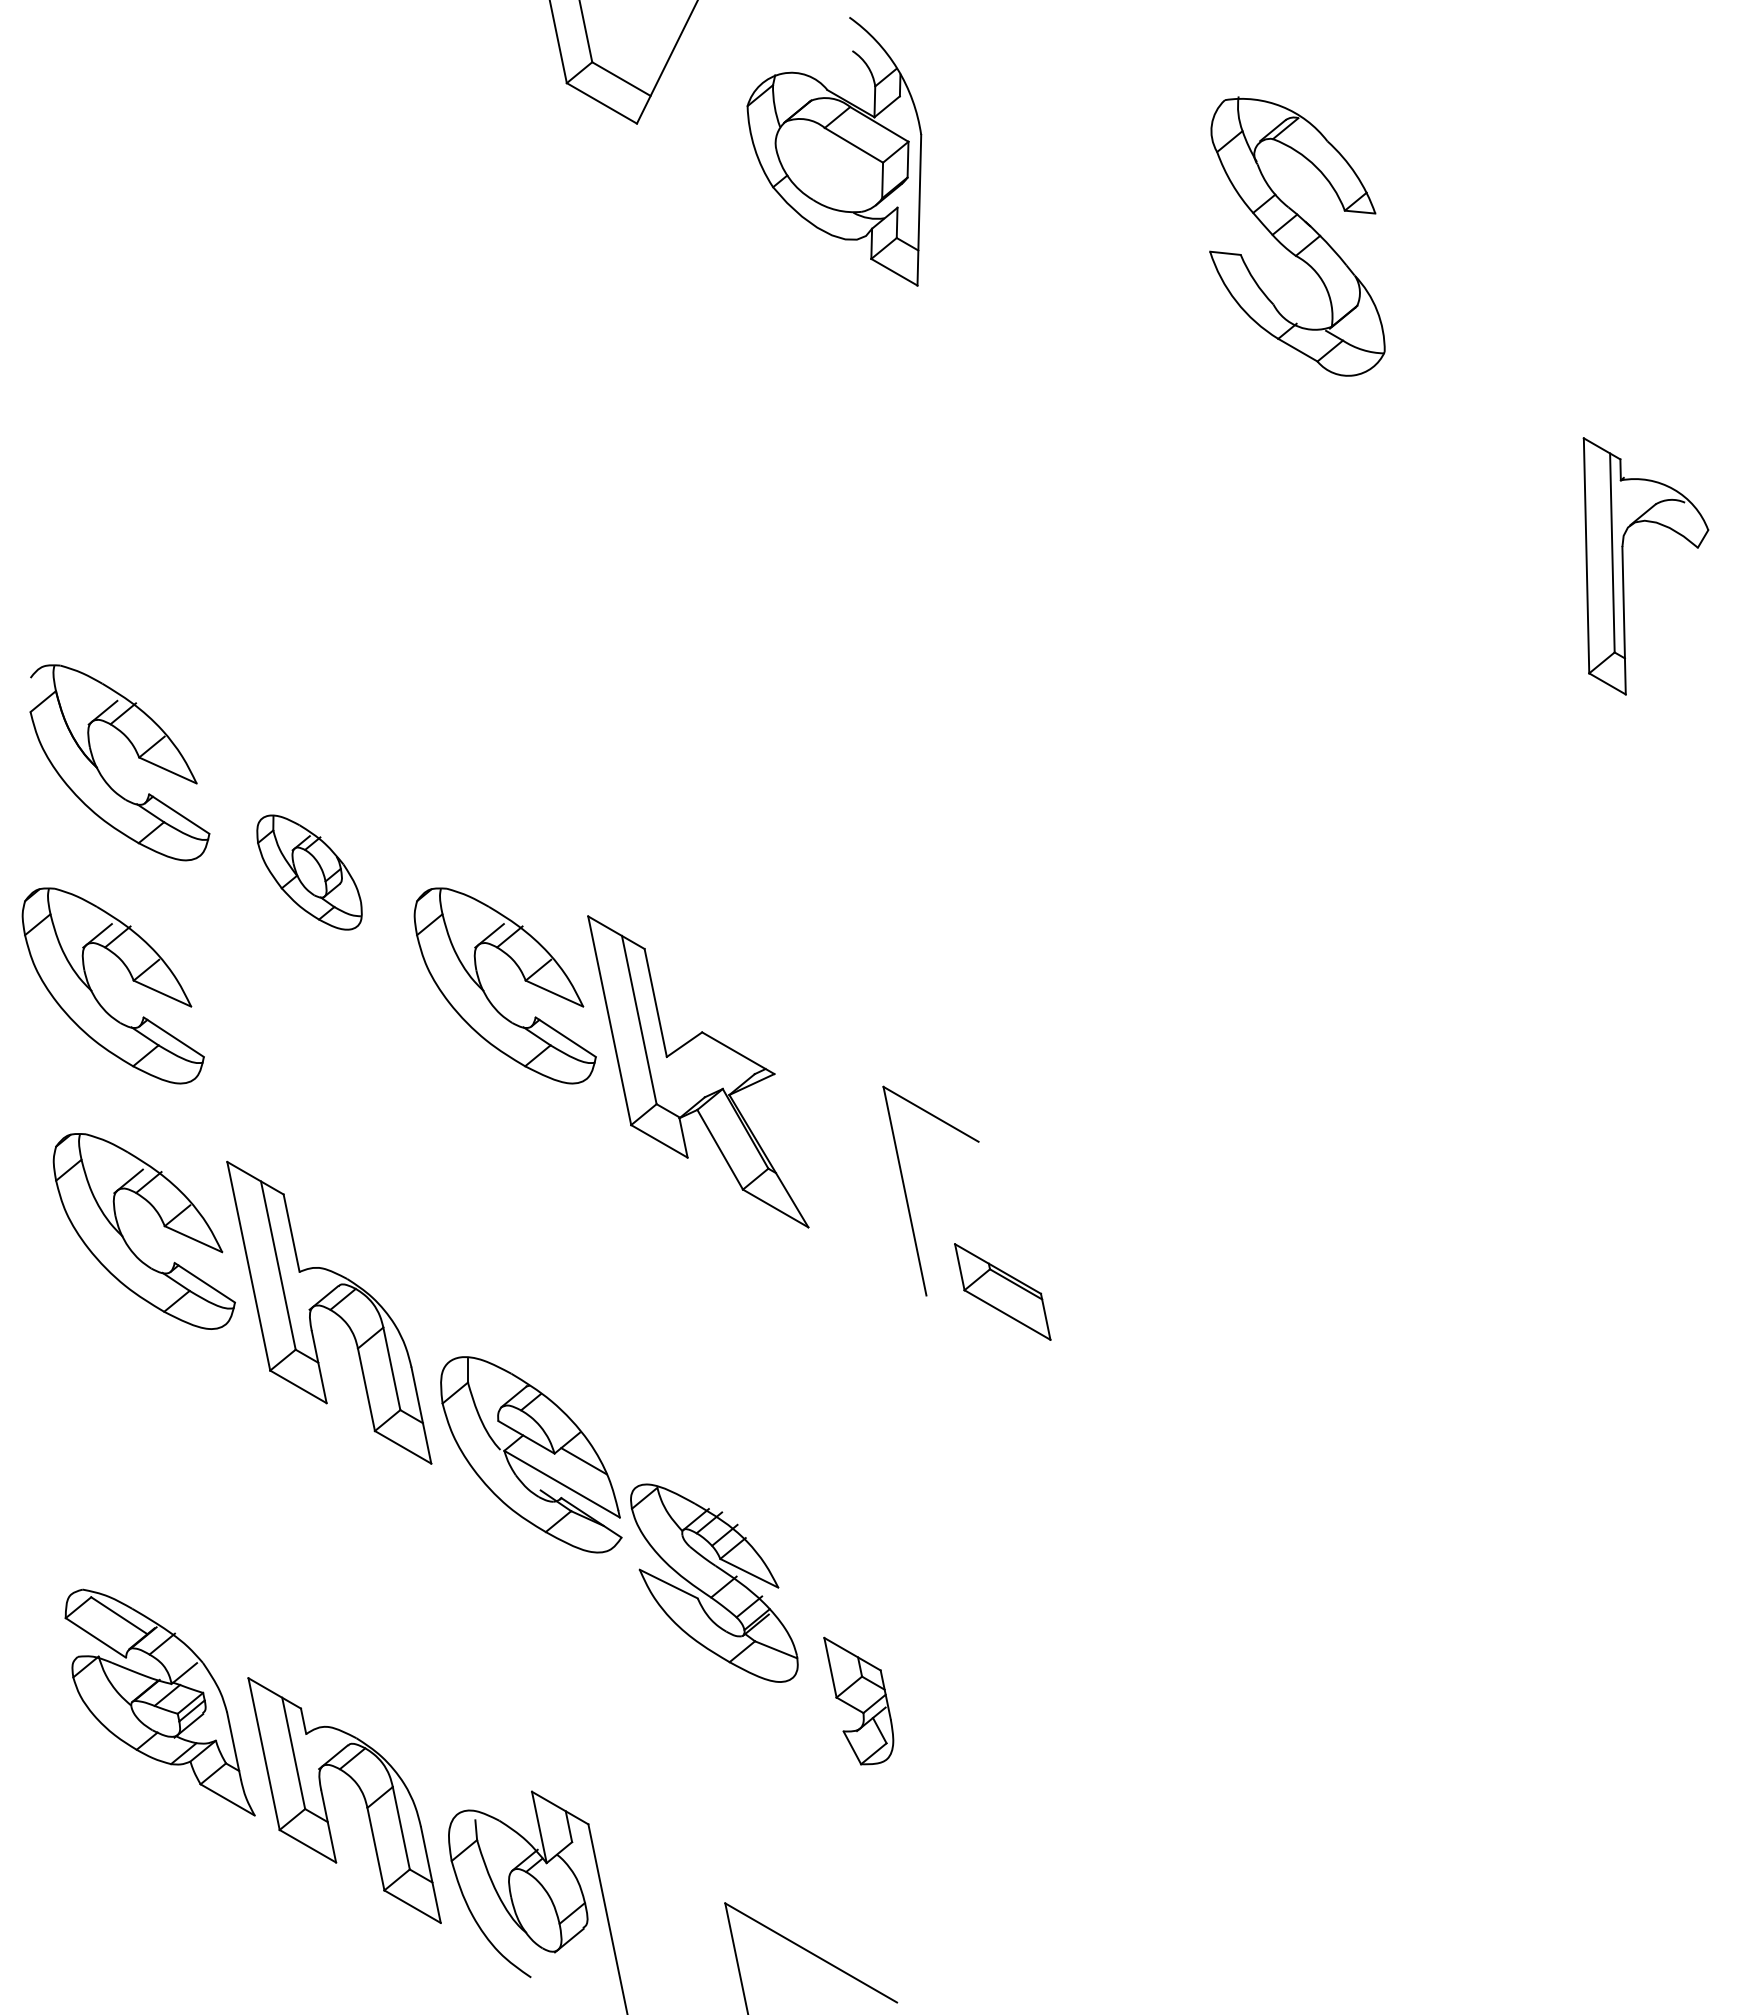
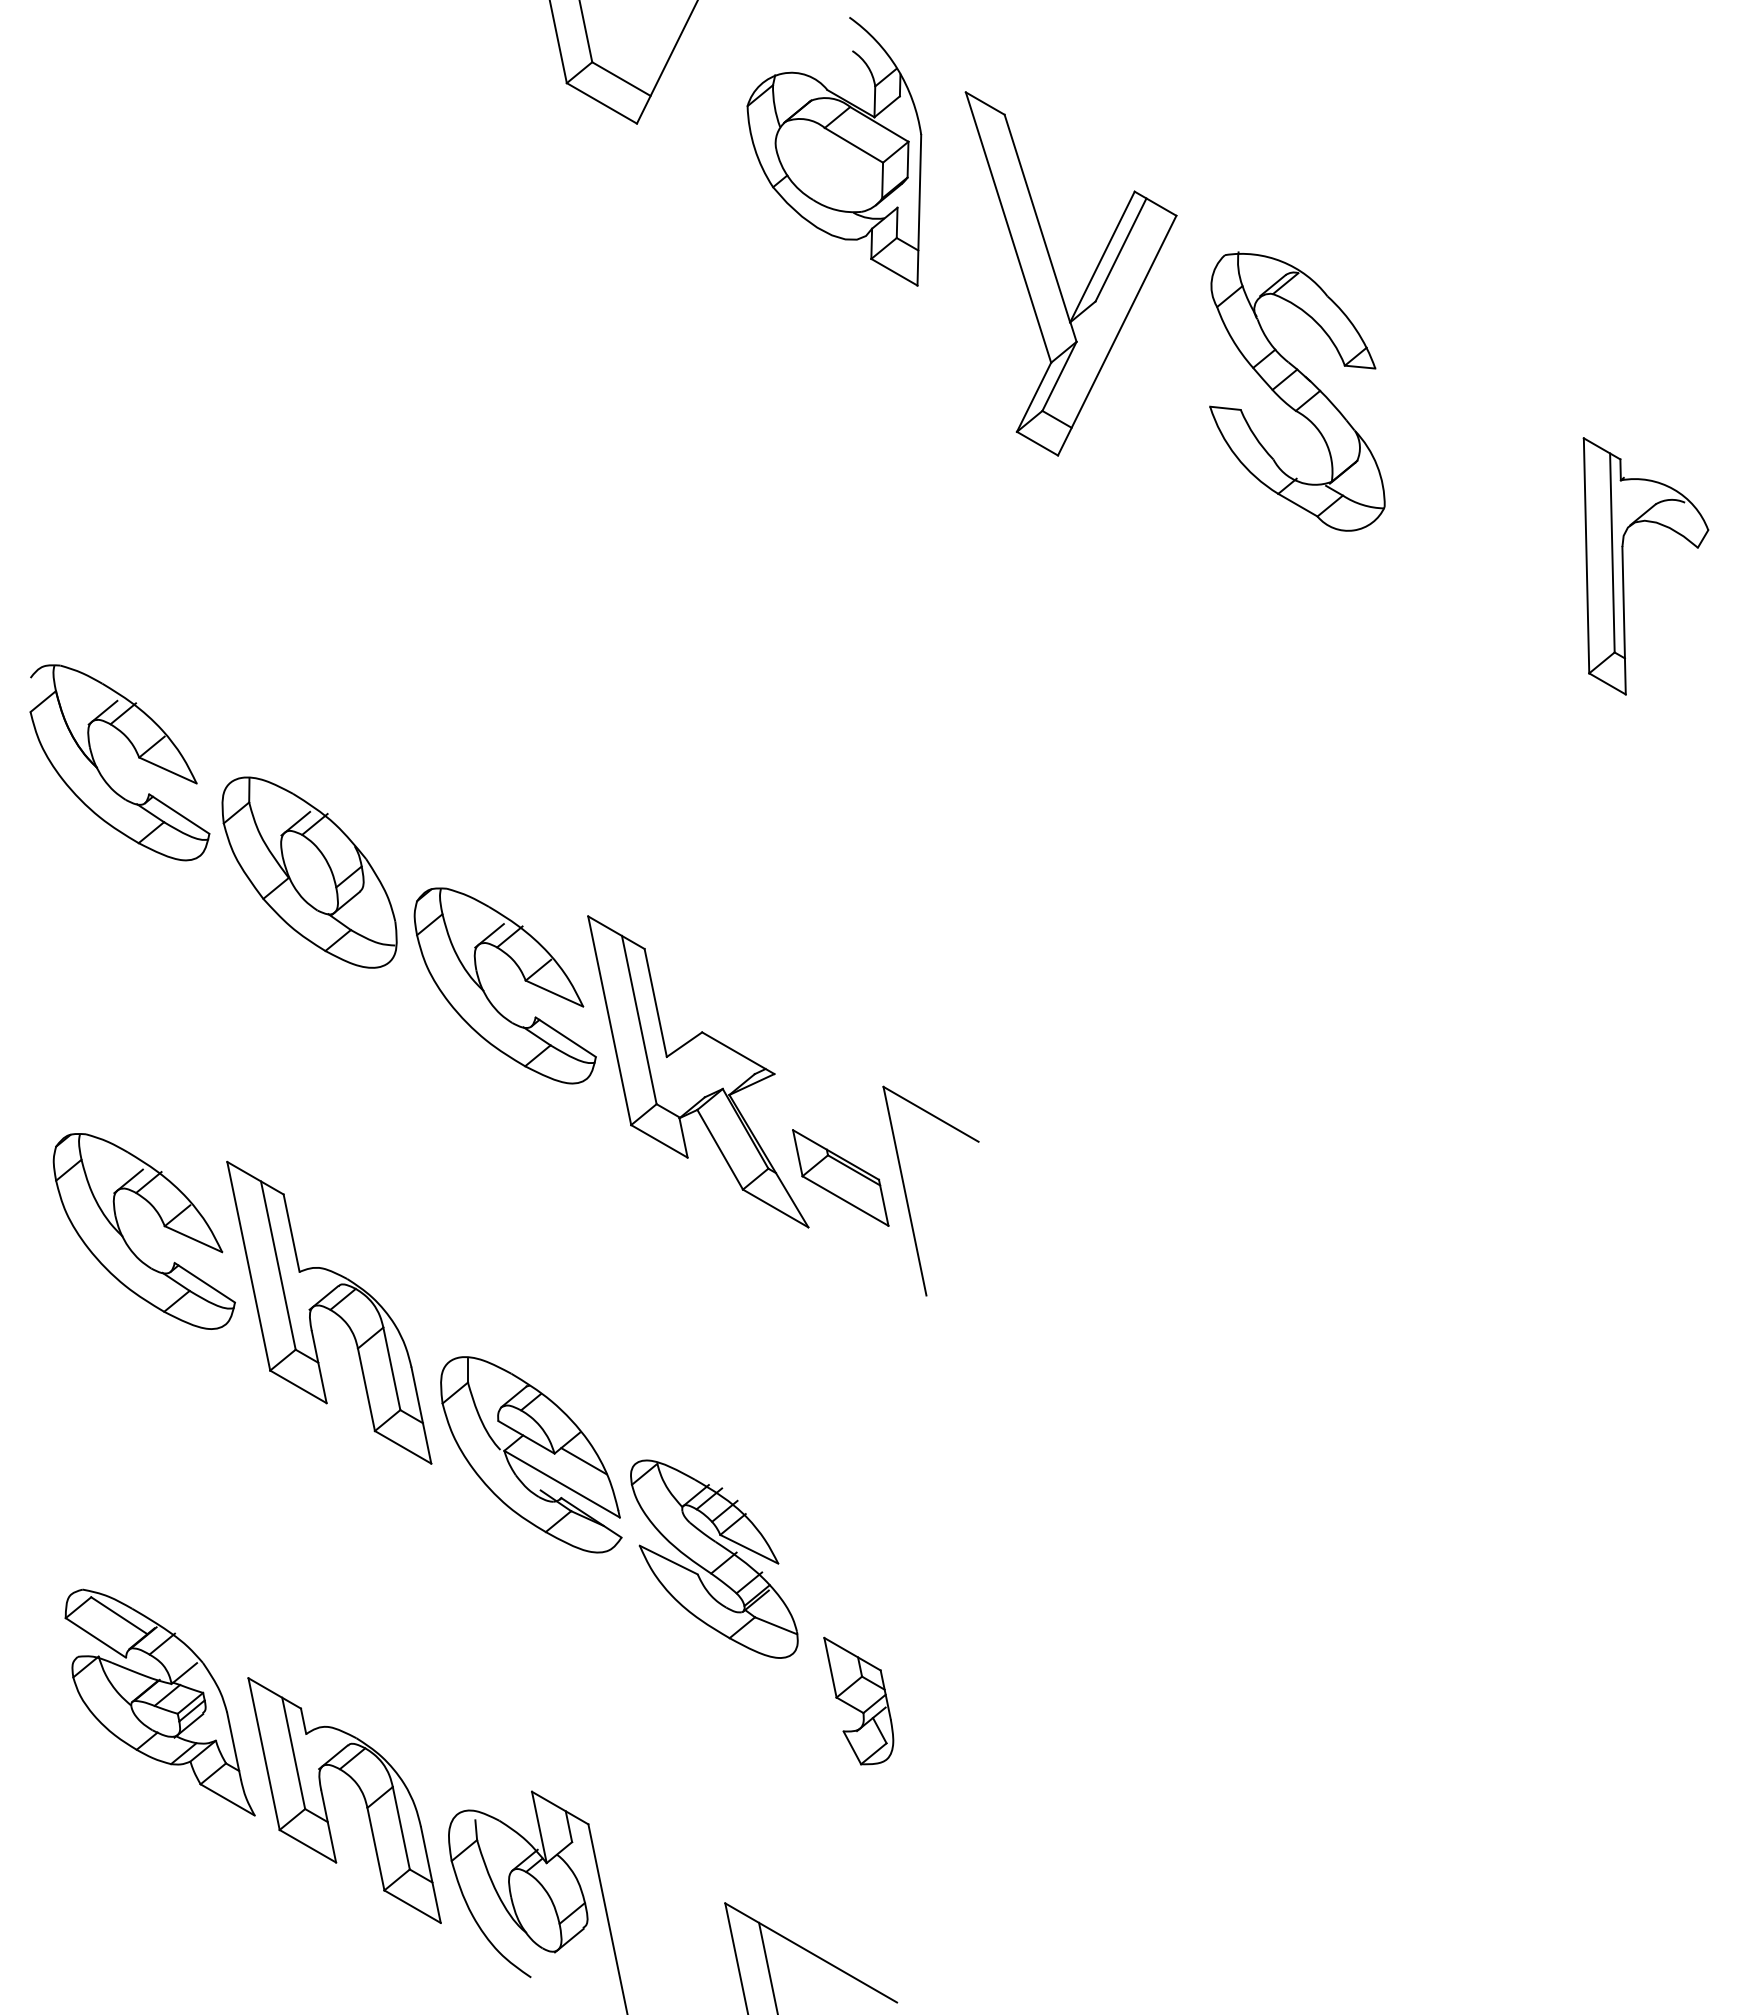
part at (1297, 236) position: (1297, 236) -> (1297, 391)
part at (1057, 278): none -> present
part at (309, 872) size: 107x117 px -> 177x193 px
part at (96, 997): present -> none
part at (1002, 1291) position: (1002, 1291) -> (840, 1177)
part at (714, 1582) position: (714, 1582) -> (714, 1558)
line at (768, 1966): none -> present
